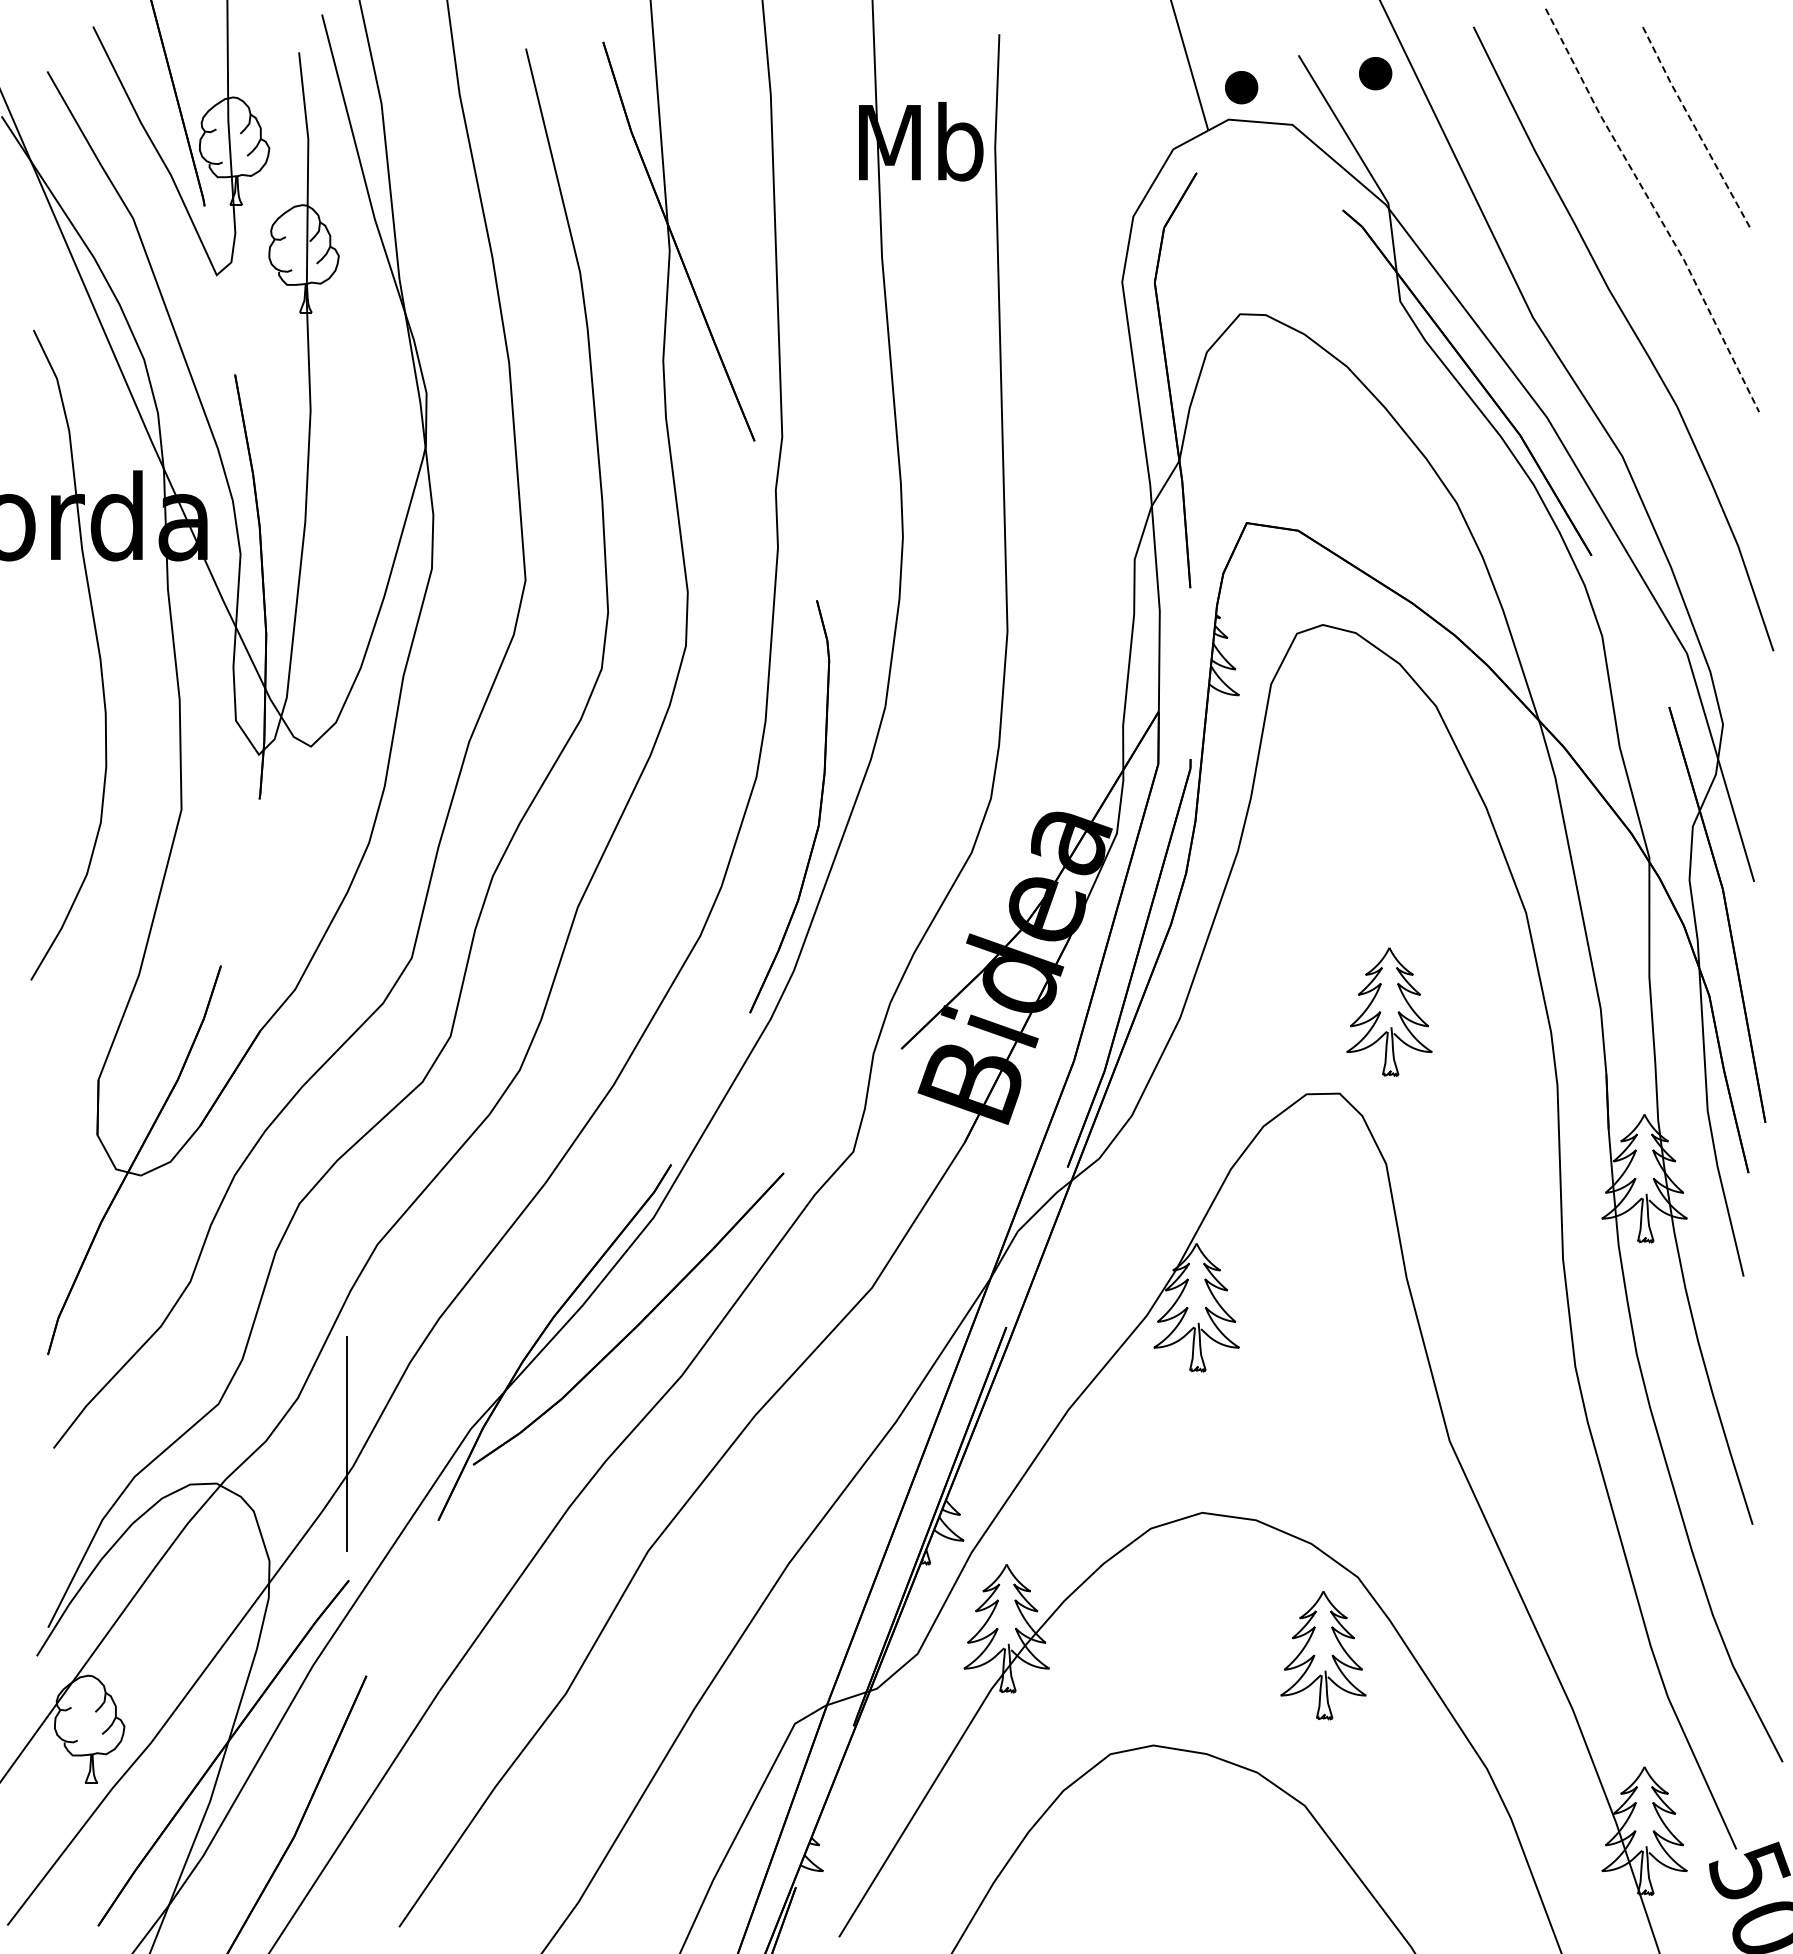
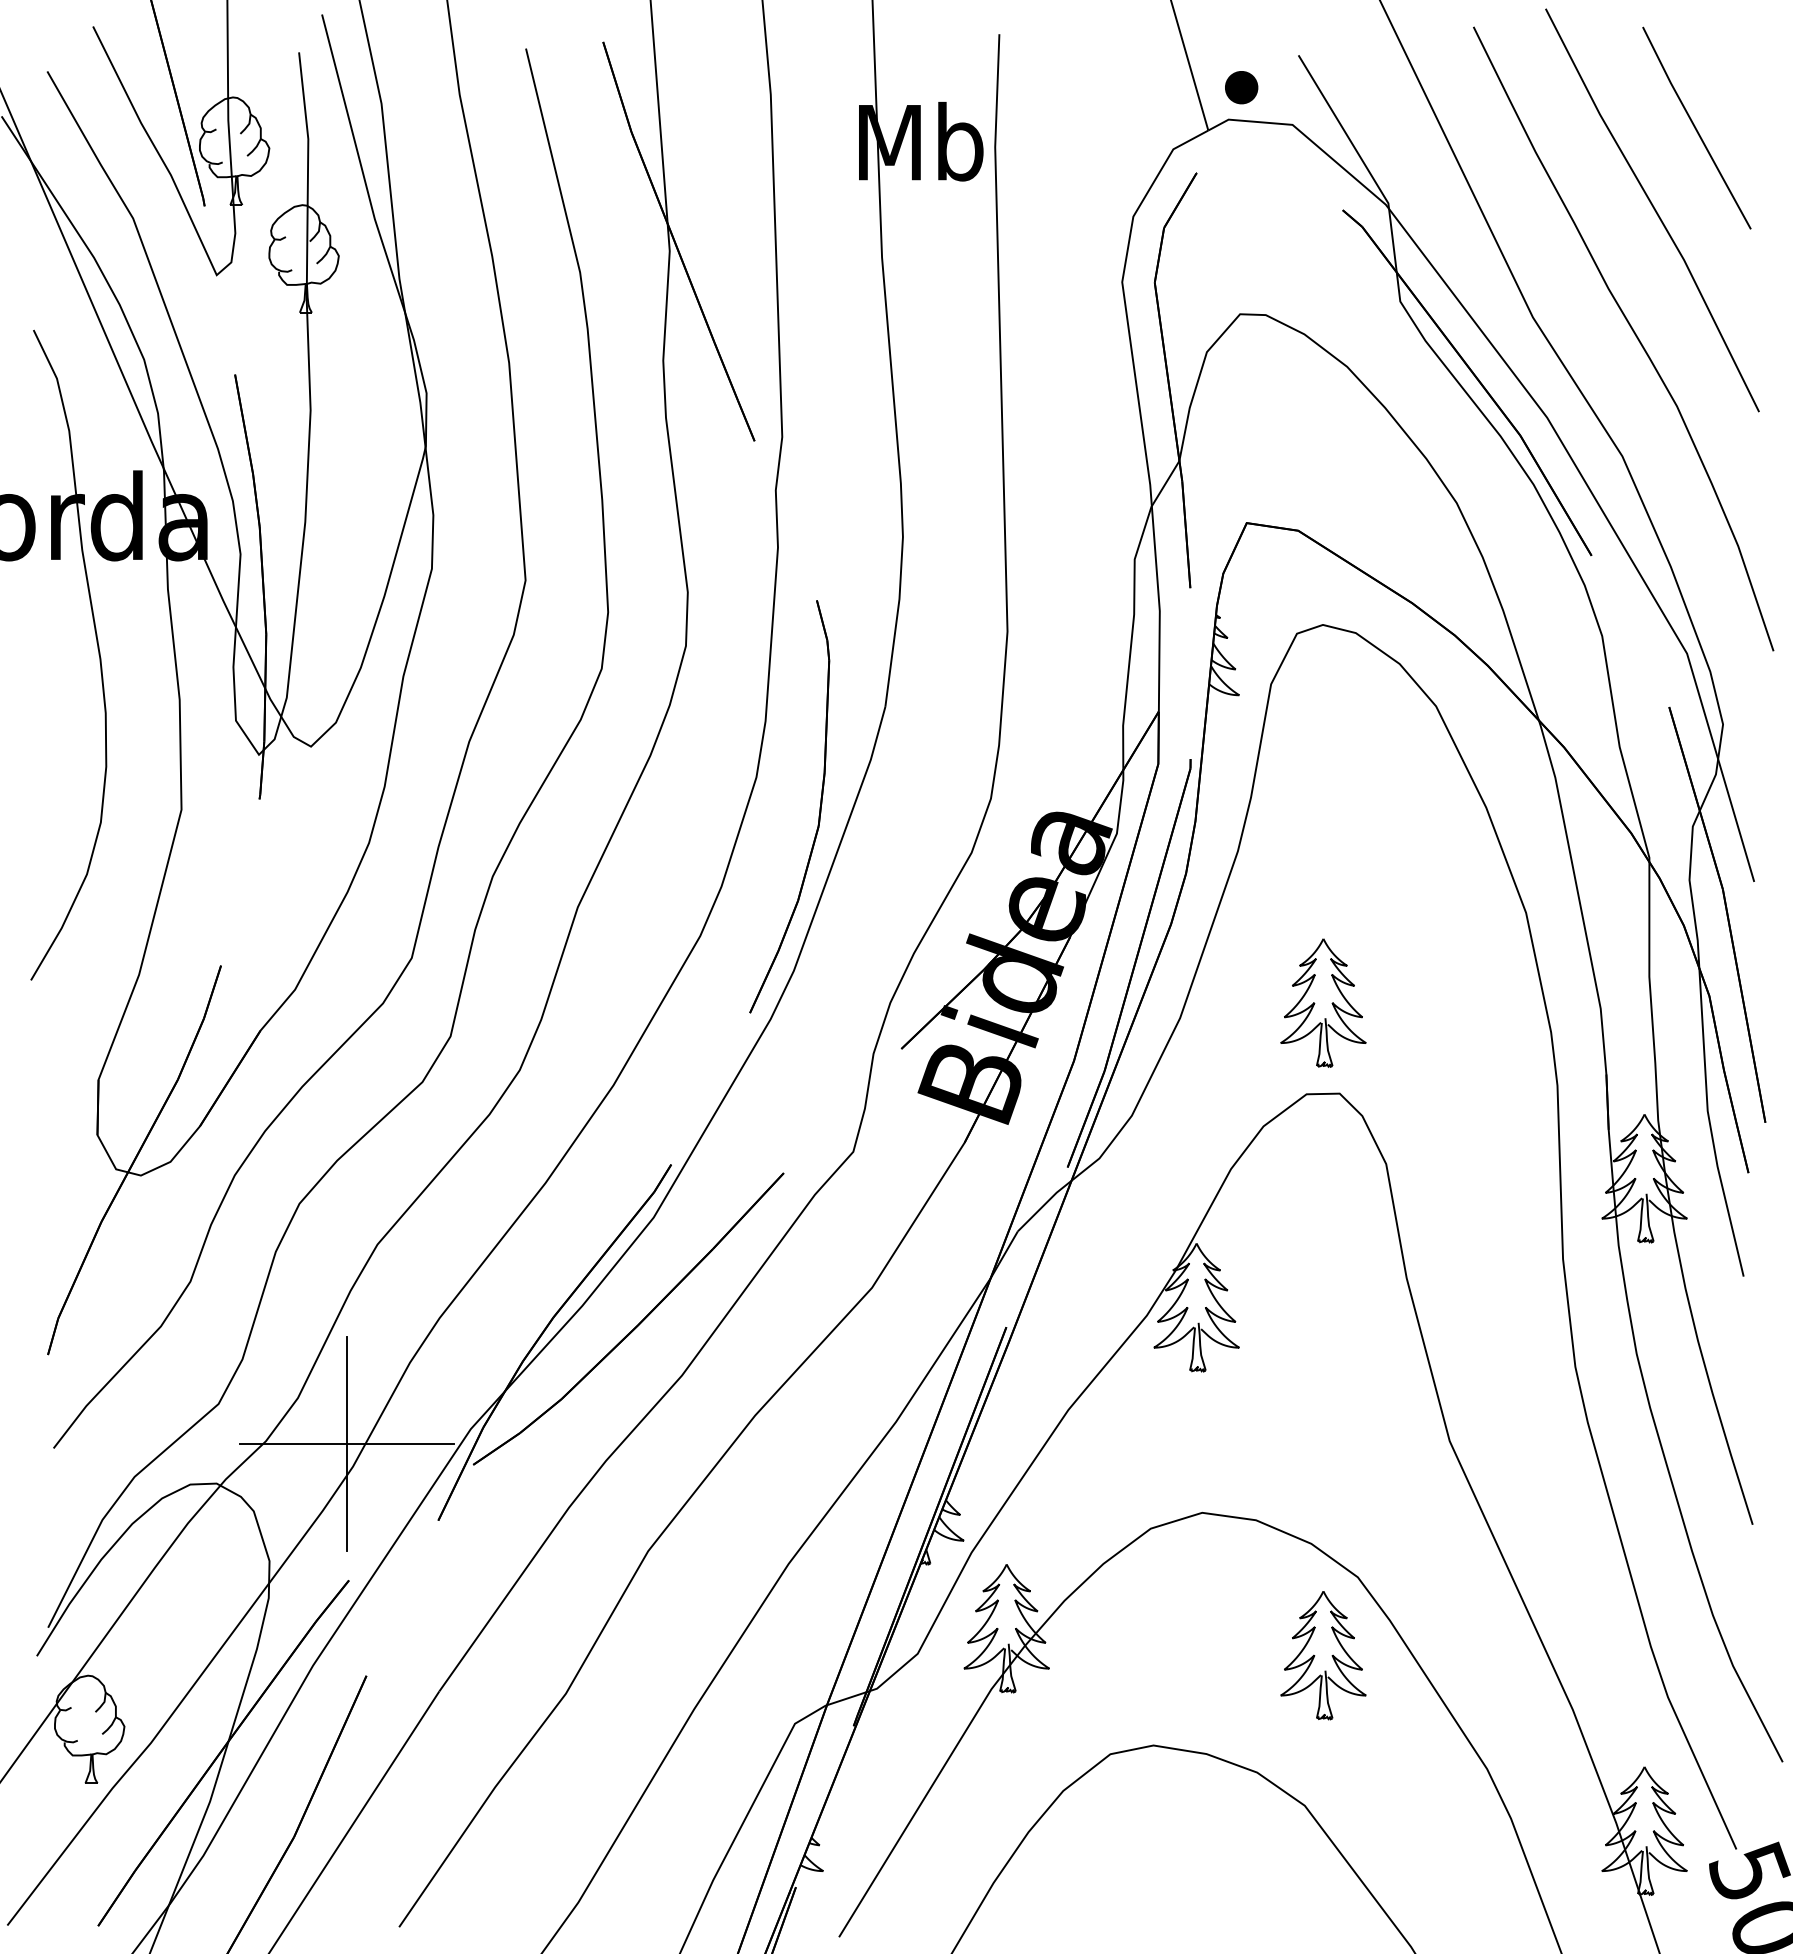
part at (1375, 73): present -> none
line at (1696, 129): dashed -> solid
line at (1654, 209): dashed -> solid
part at (1389, 1011) position: (1389, 1011) -> (1323, 1002)
line at (346, 1444): none -> present
